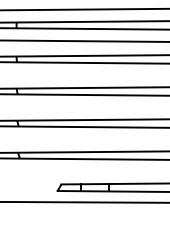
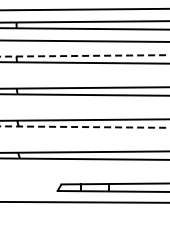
line at (84, 55): solid -> dashed
line at (84, 127): solid -> dashed
